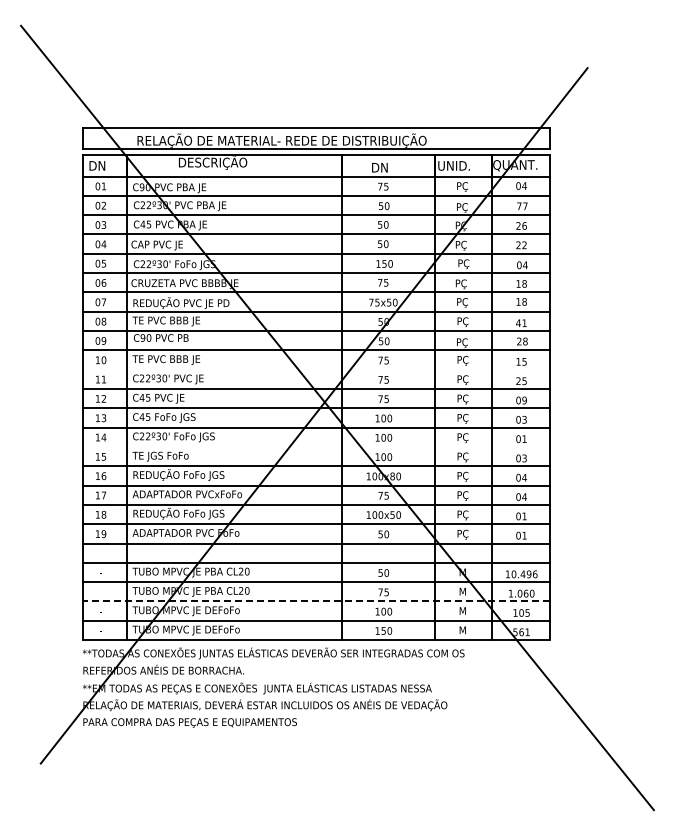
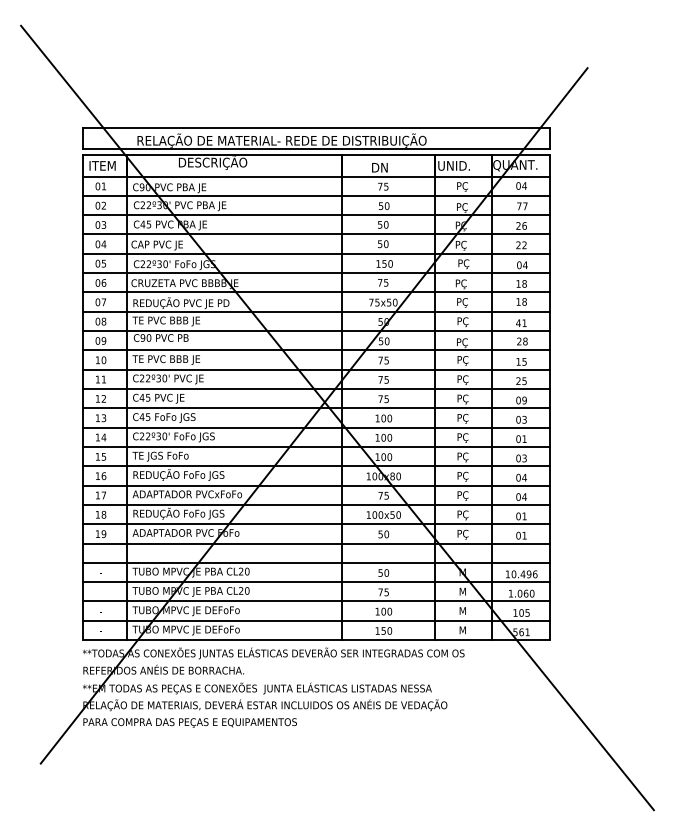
text at (102, 165): DN -> ITEM
line at (316, 369): none -> present
line at (316, 446): none -> present
line at (316, 601): dashed -> solid
